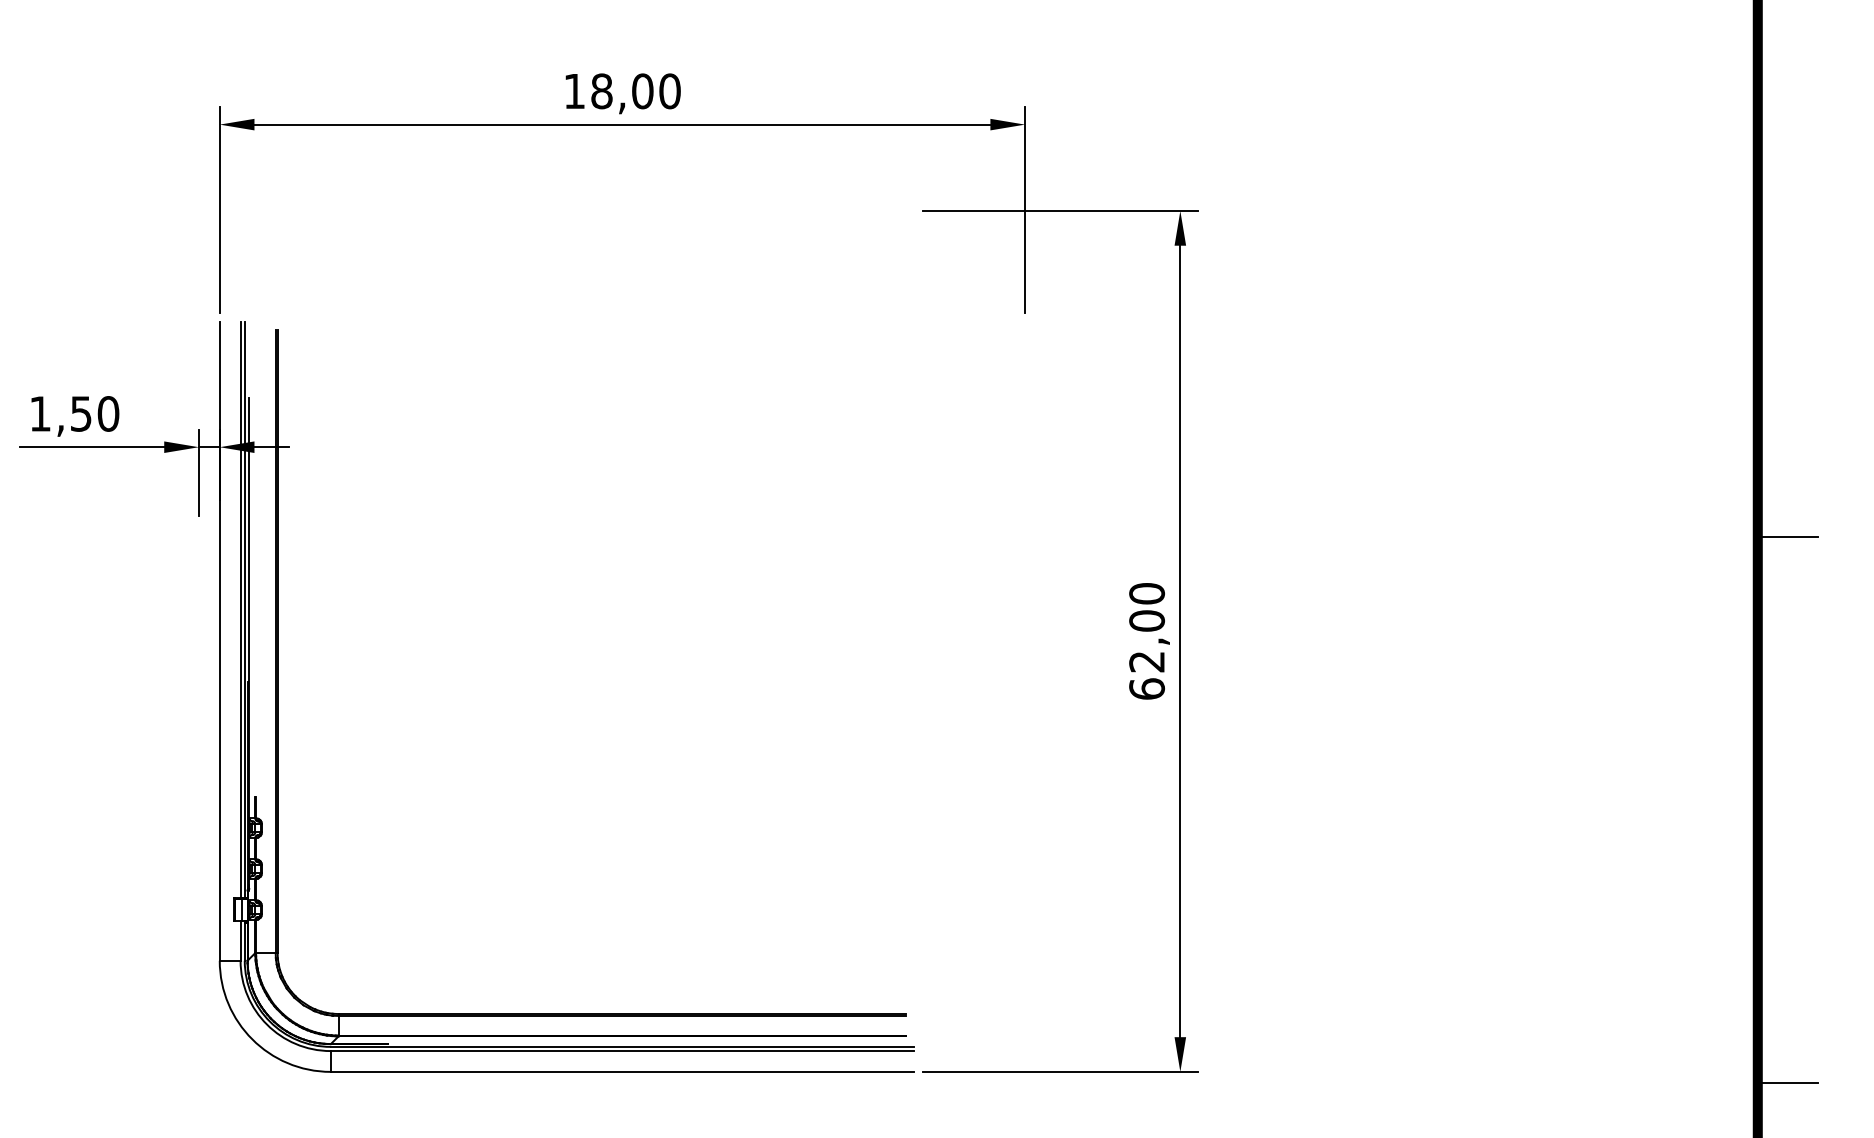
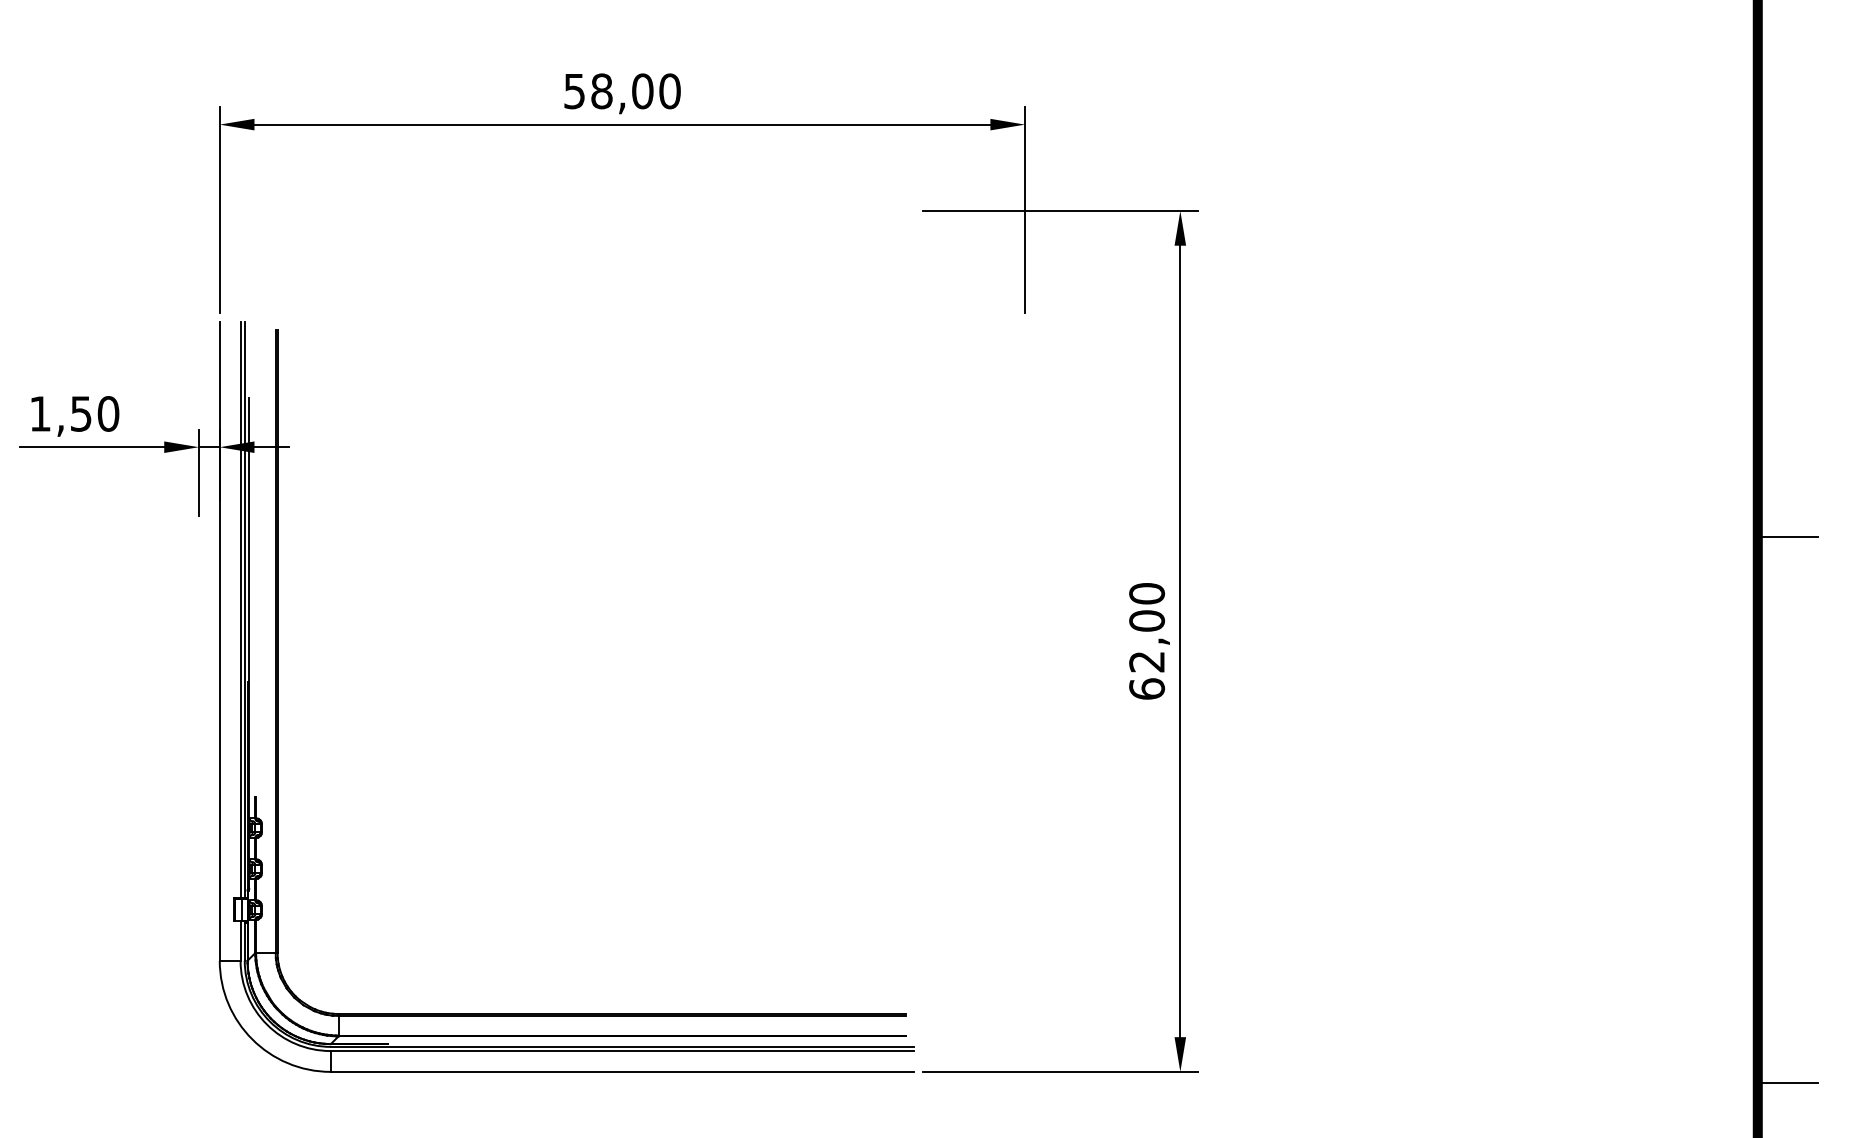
text at (574, 91): 18,00 -> 58,00
